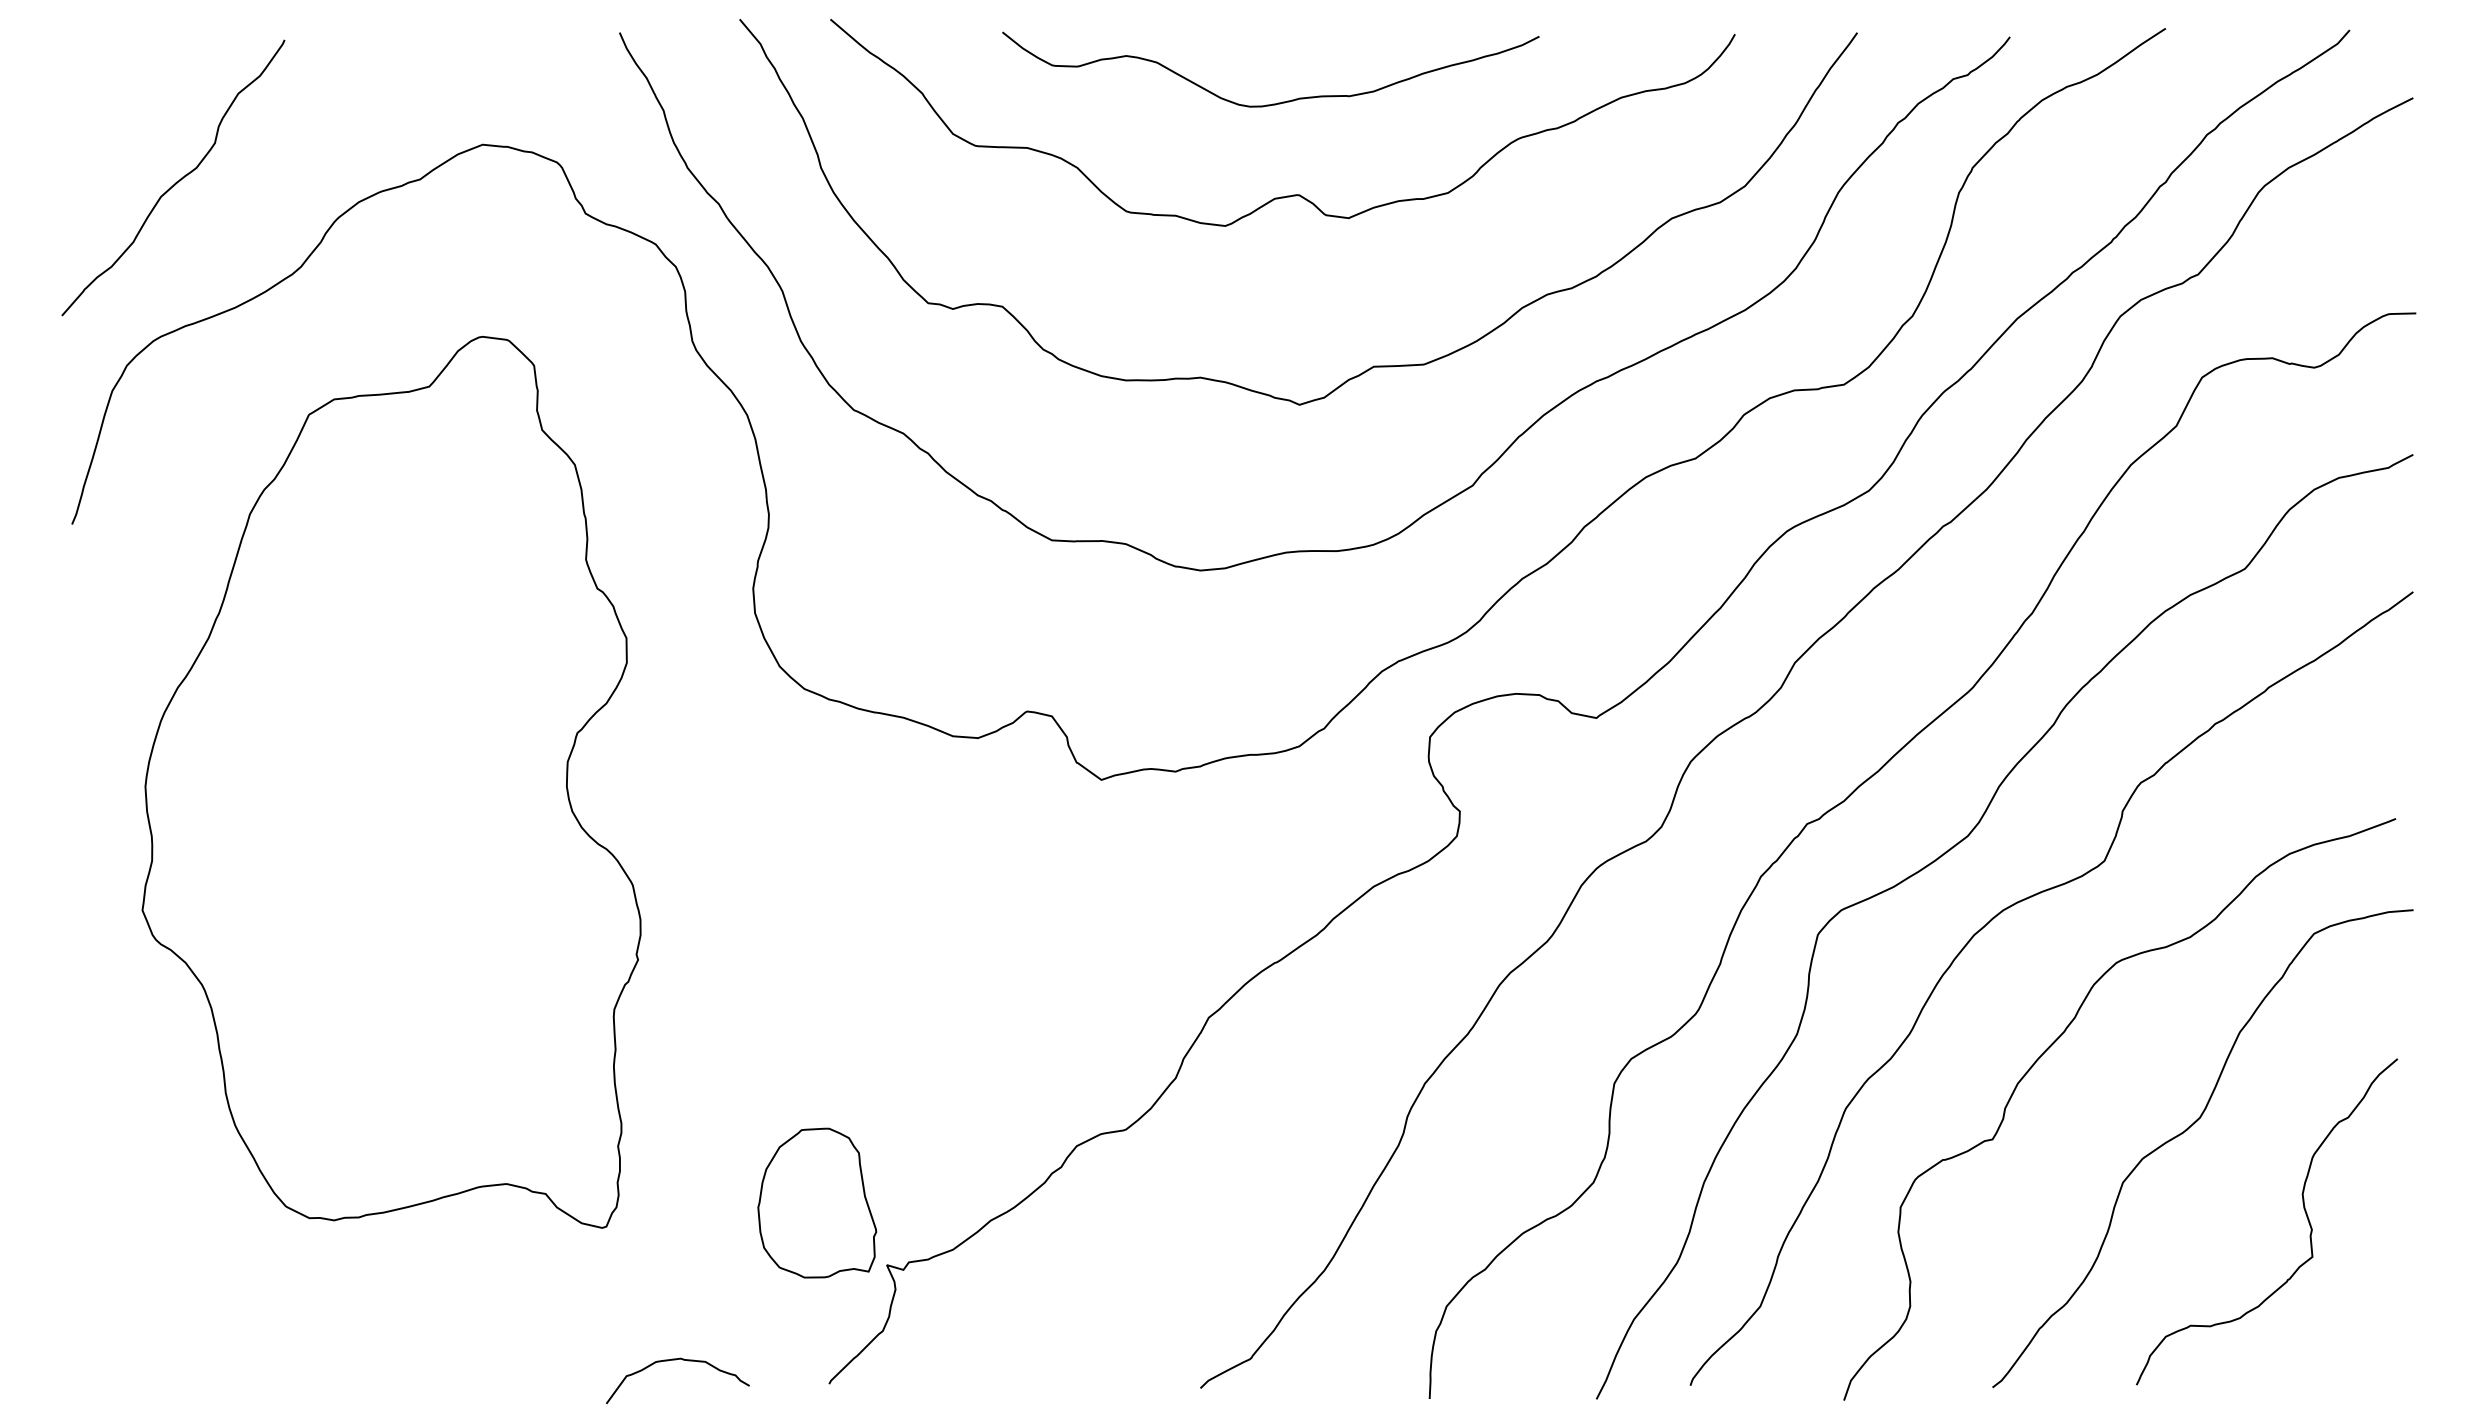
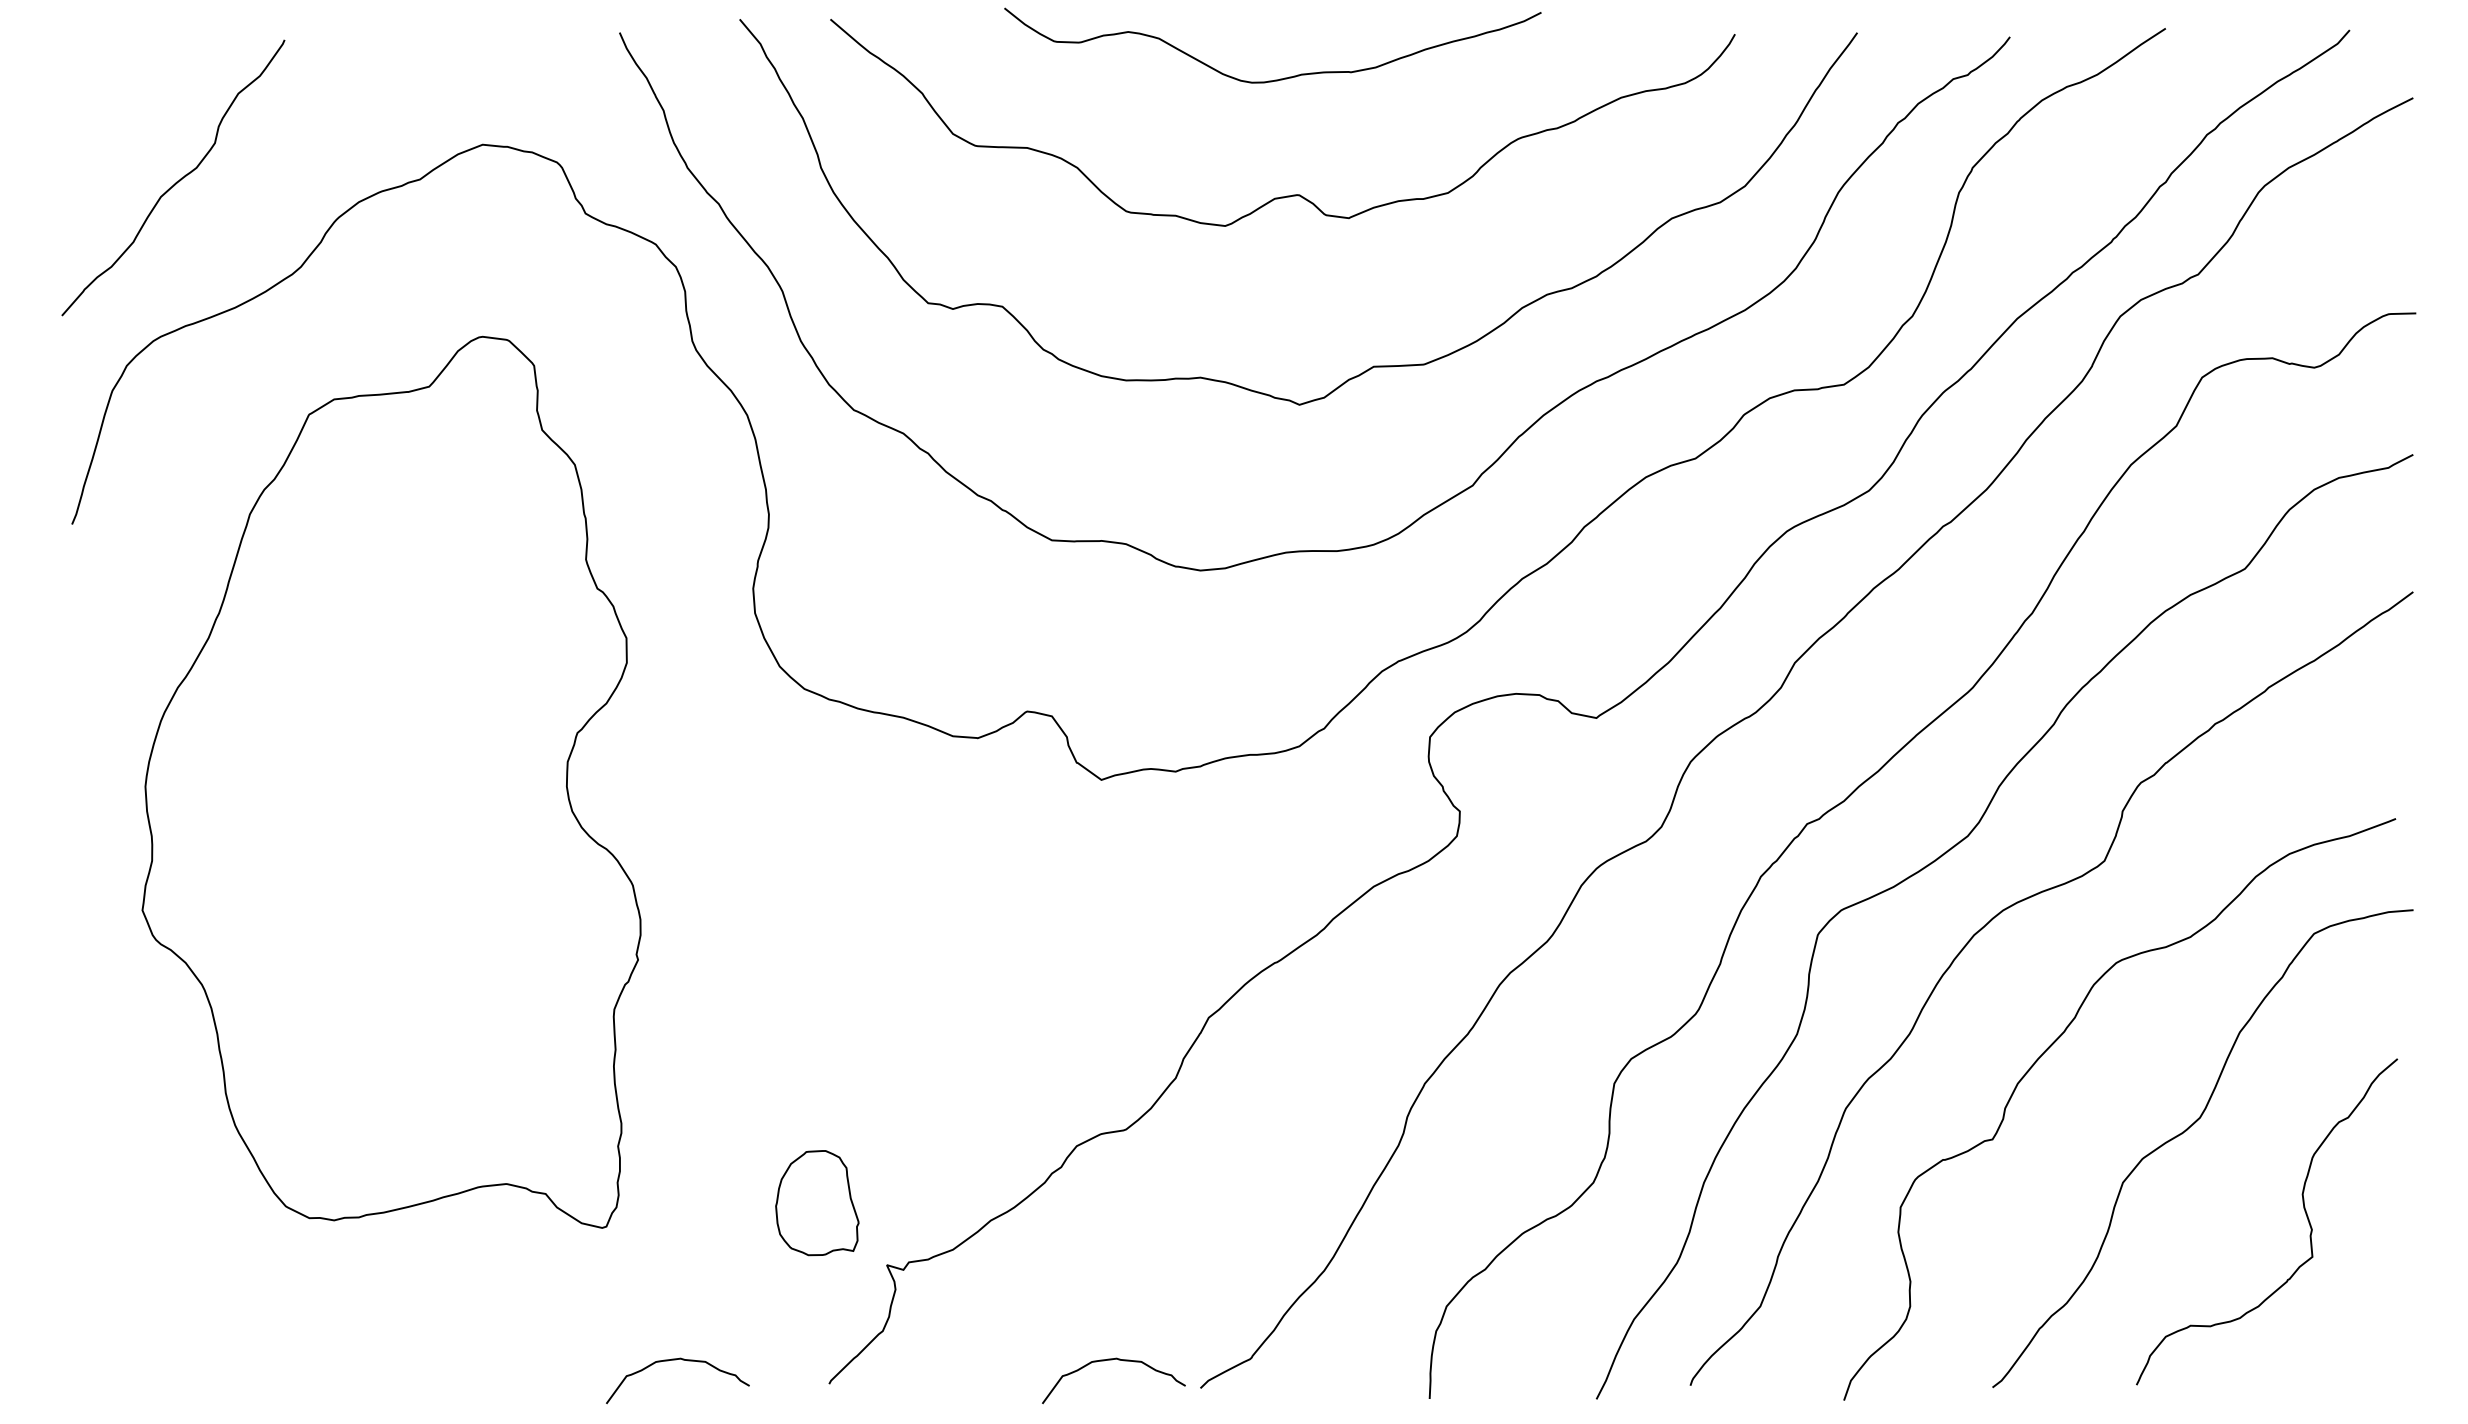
curve at (1278, 102) position: (1278, 102) -> (1280, 78)
part at (817, 1202) size: 121x152 px -> 85x107 px
curve at (1112, 1360): none -> present
